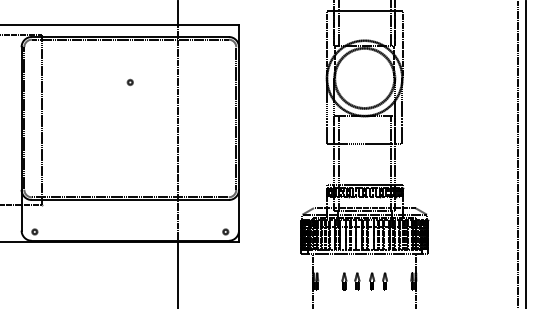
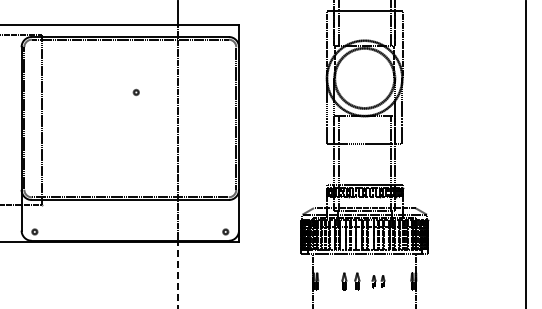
part at (129, 81) position: (129, 81) -> (135, 91)
line at (517, 153): present -> none
line at (177, 275): solid -> dashed
part at (378, 281) size: 19x19 px -> 15x14 px
